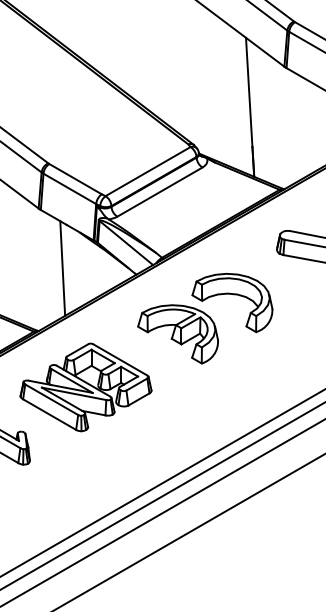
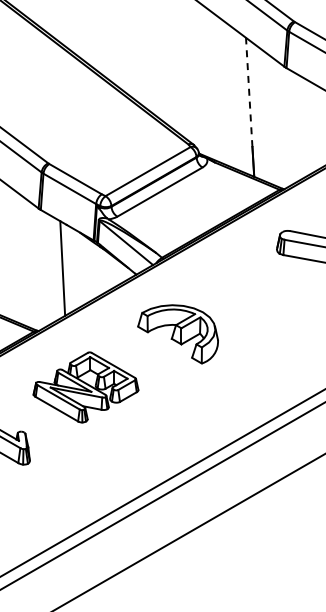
line at (249, 92): solid -> dashed
part at (233, 295): present -> none
part at (85, 387) size: 134x91 px -> 108x73 px
line at (162, 512): present -> none
